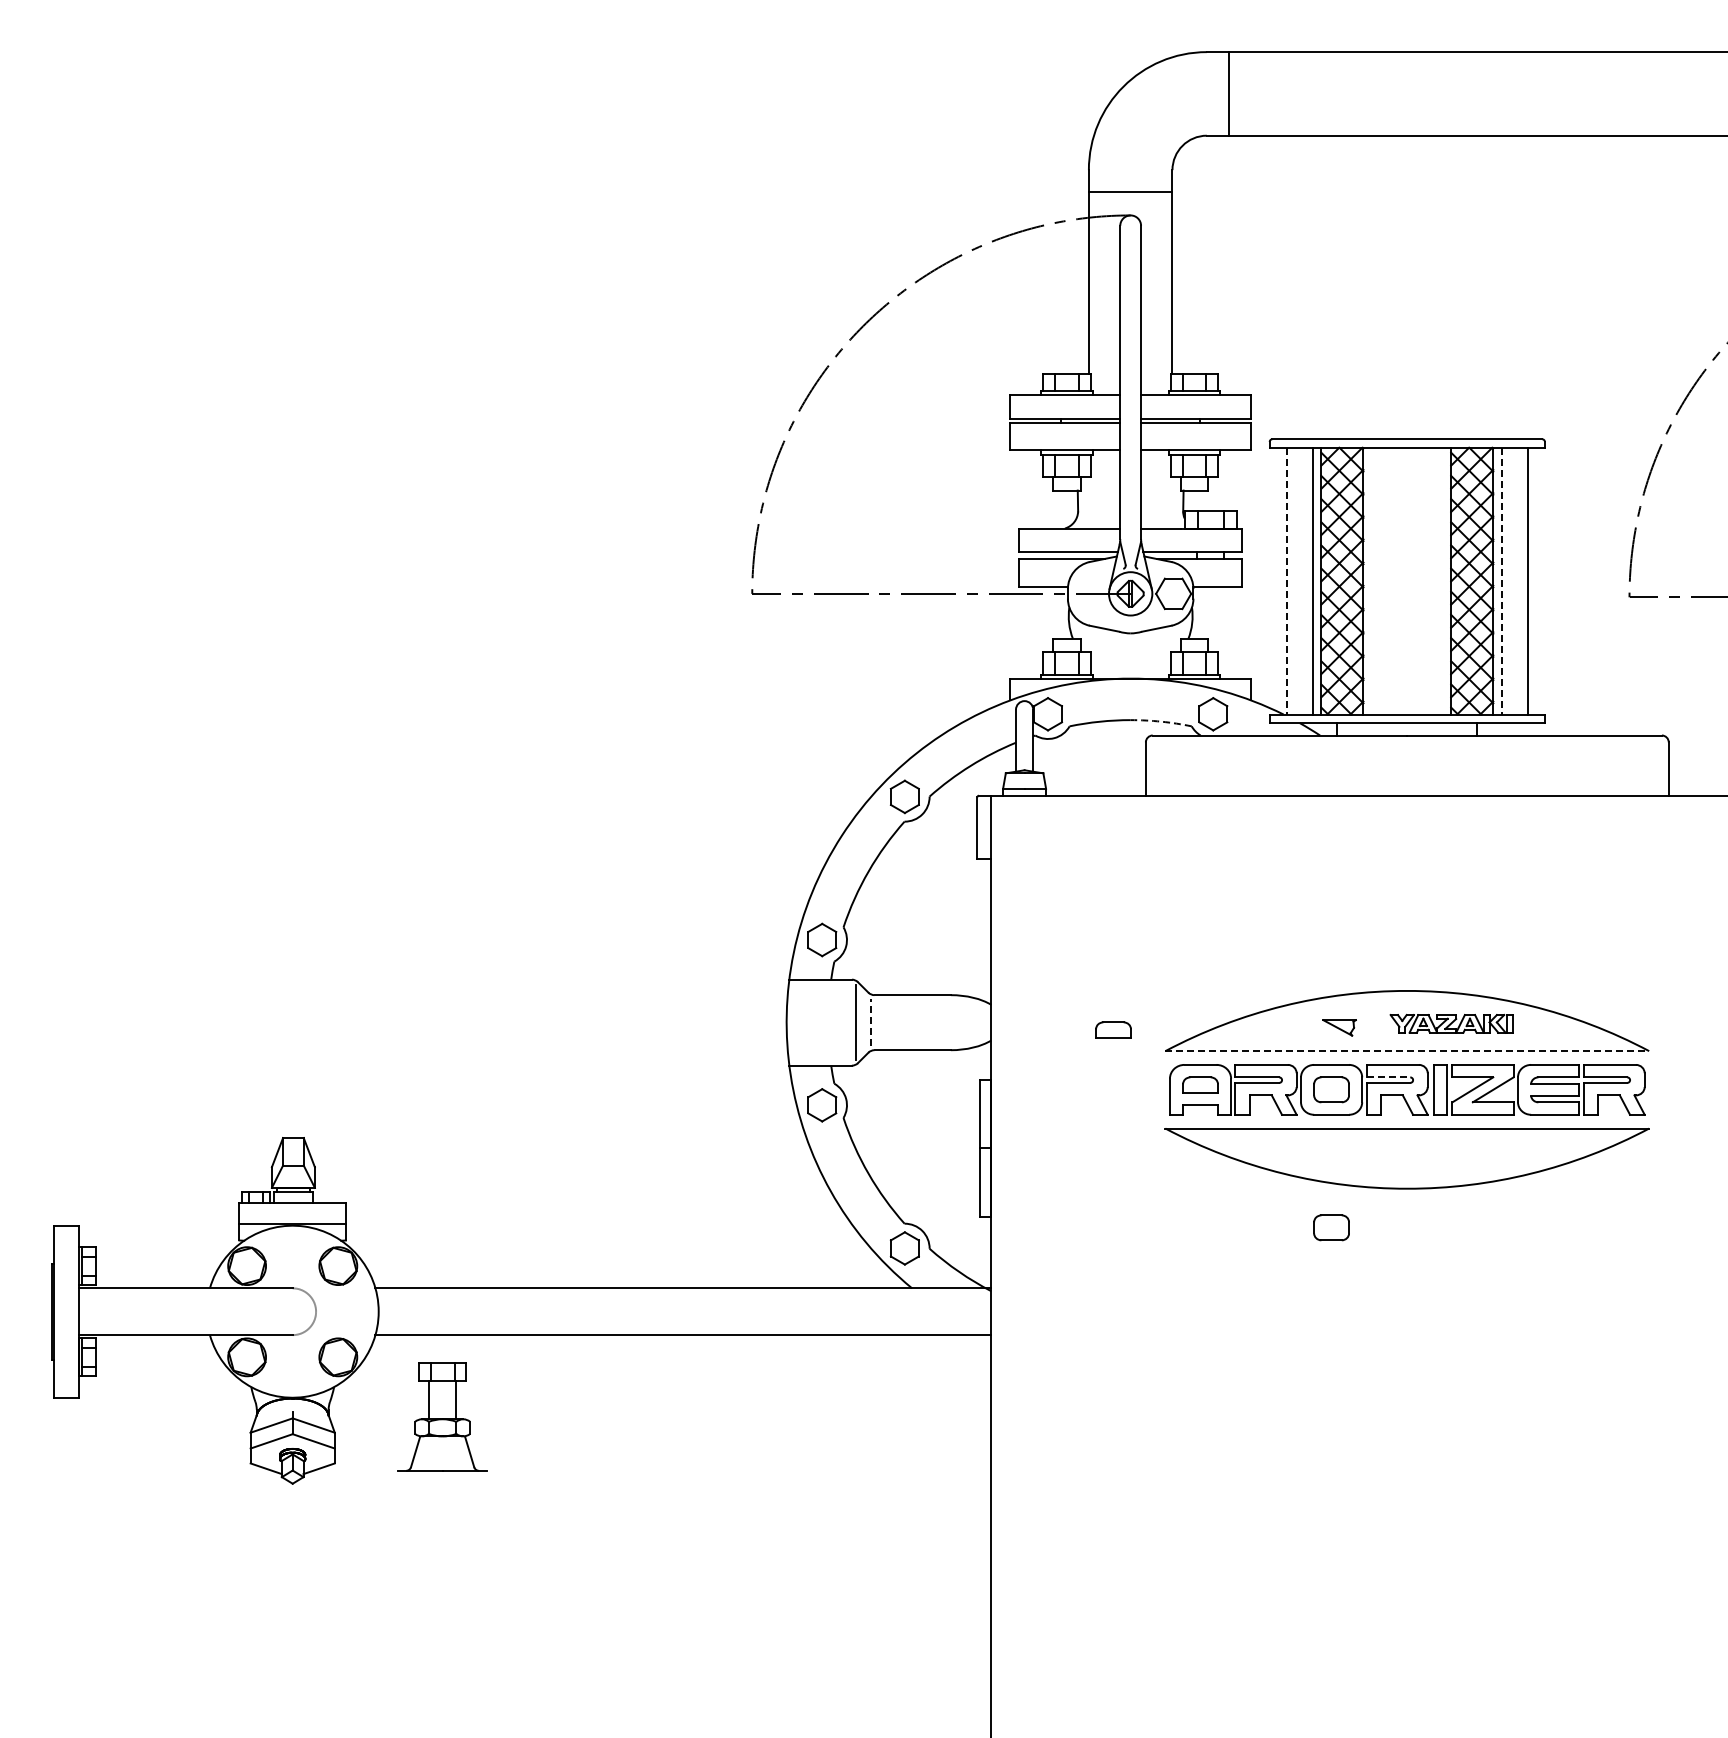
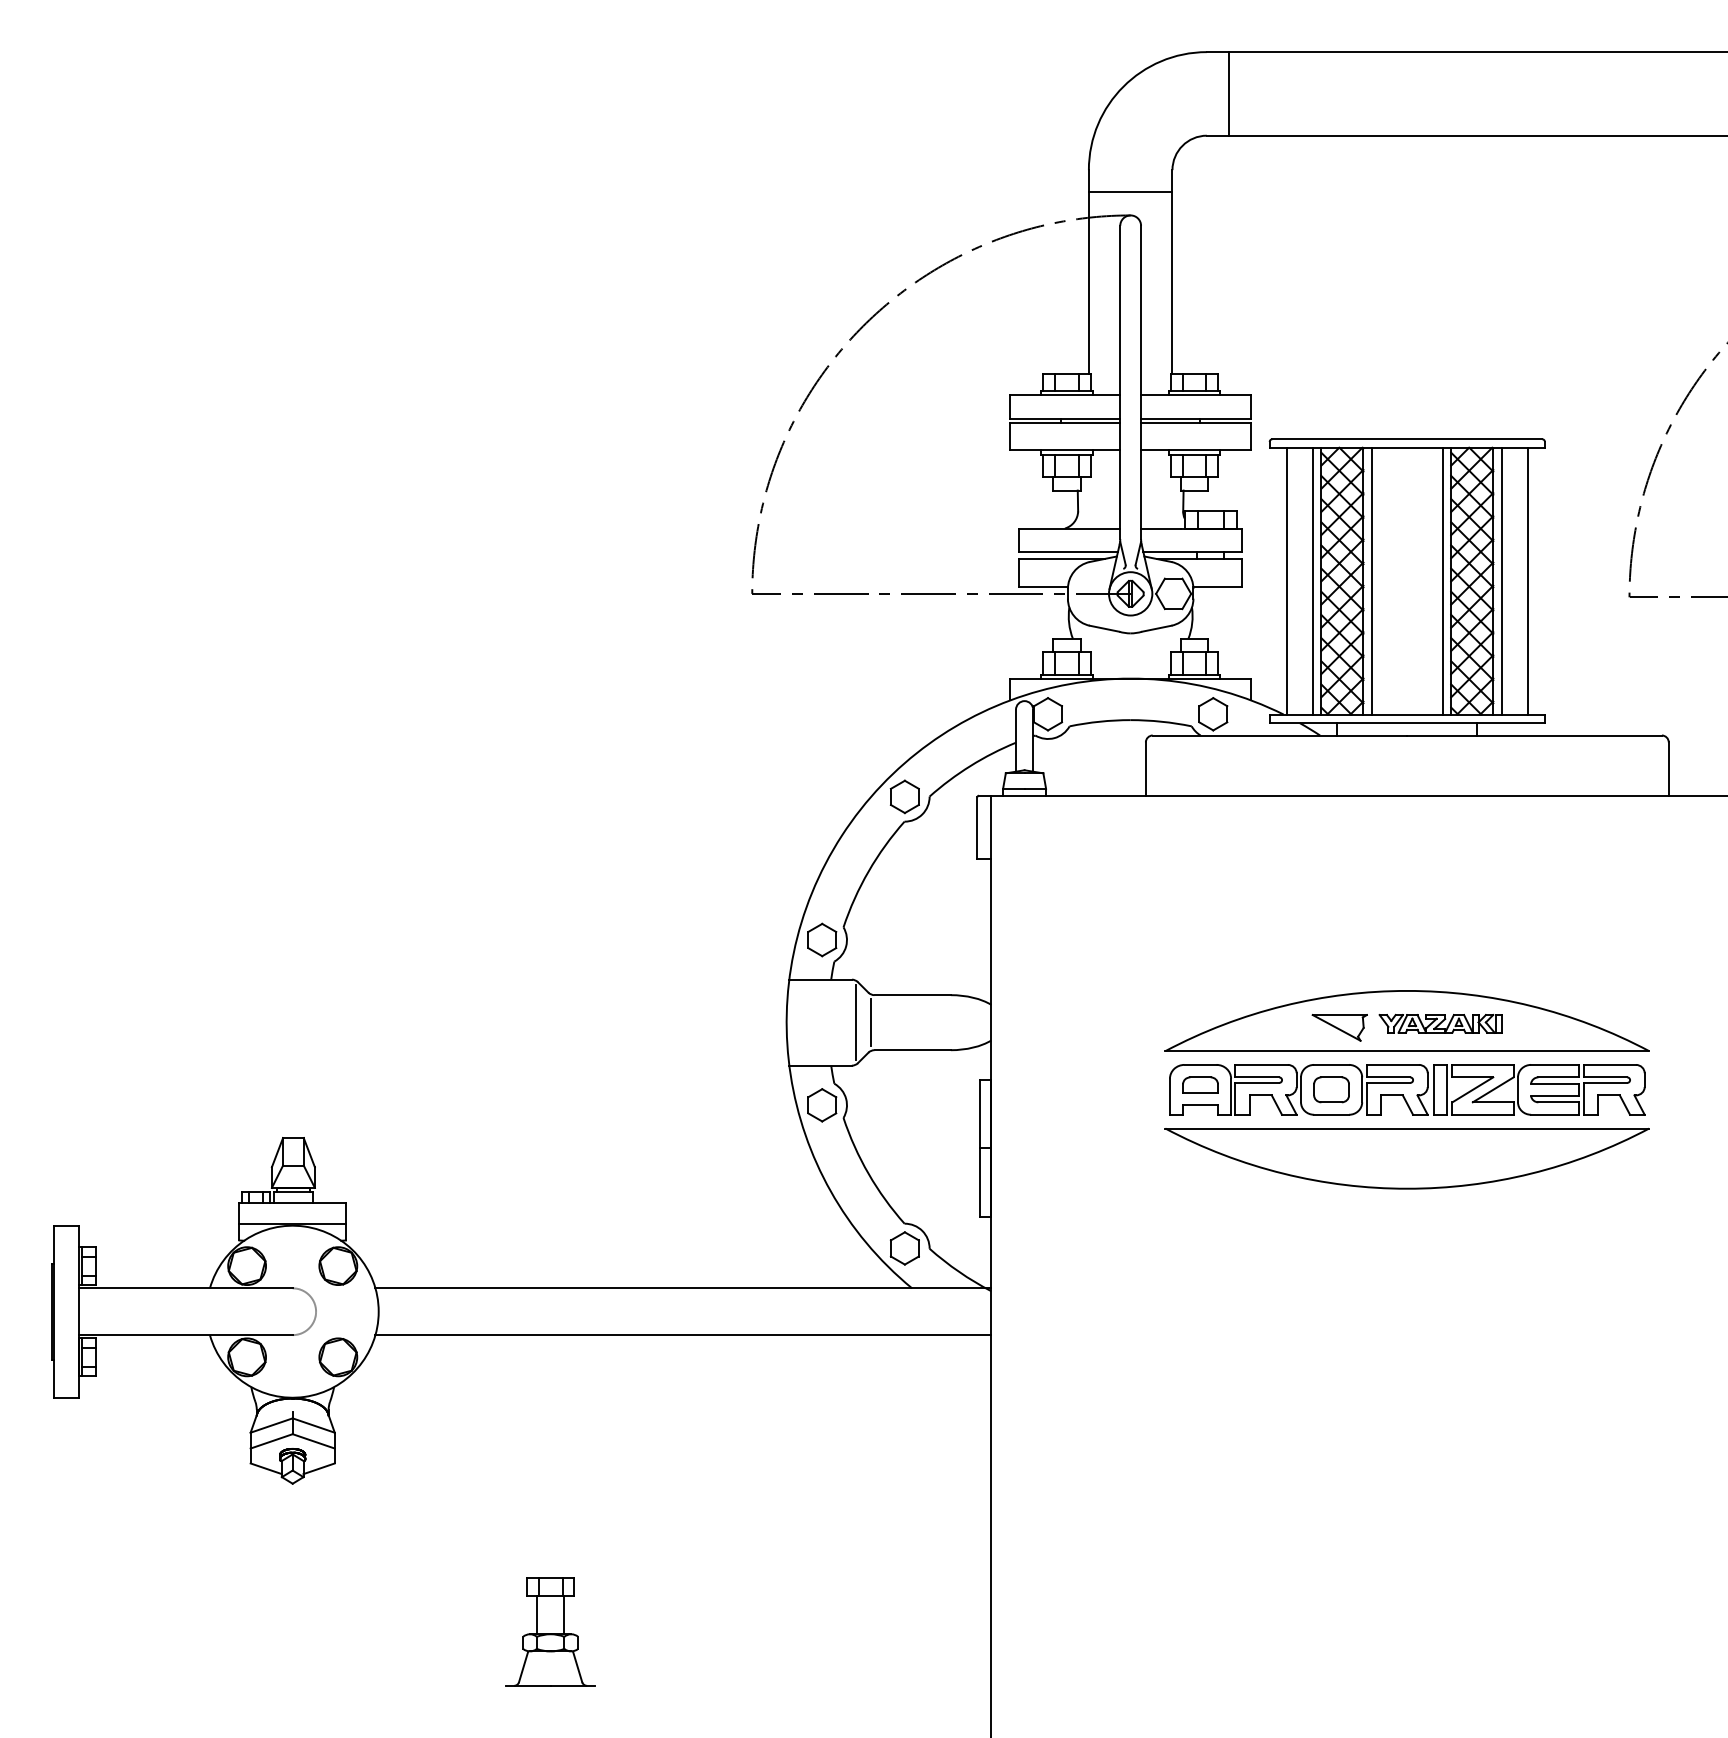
line at (1372, 580): none -> present
line at (1442, 580): none -> present
line at (1286, 581): dashed -> solid
line at (1501, 581): dashed -> solid
arc at (1161, 721): dashed -> solid
line at (871, 1022): dashed -> solid
part at (1451, 1023) position: (1451, 1023) -> (1440, 1023)
part at (1339, 1027) size: 35x18 px -> 57x28 px
part at (1113, 1029): present -> none
line at (1407, 1051): dashed -> solid
line at (1388, 1077): dashed -> solid
part at (1331, 1227): present -> none
part at (442, 1416) position: (442, 1416) -> (550, 1631)
